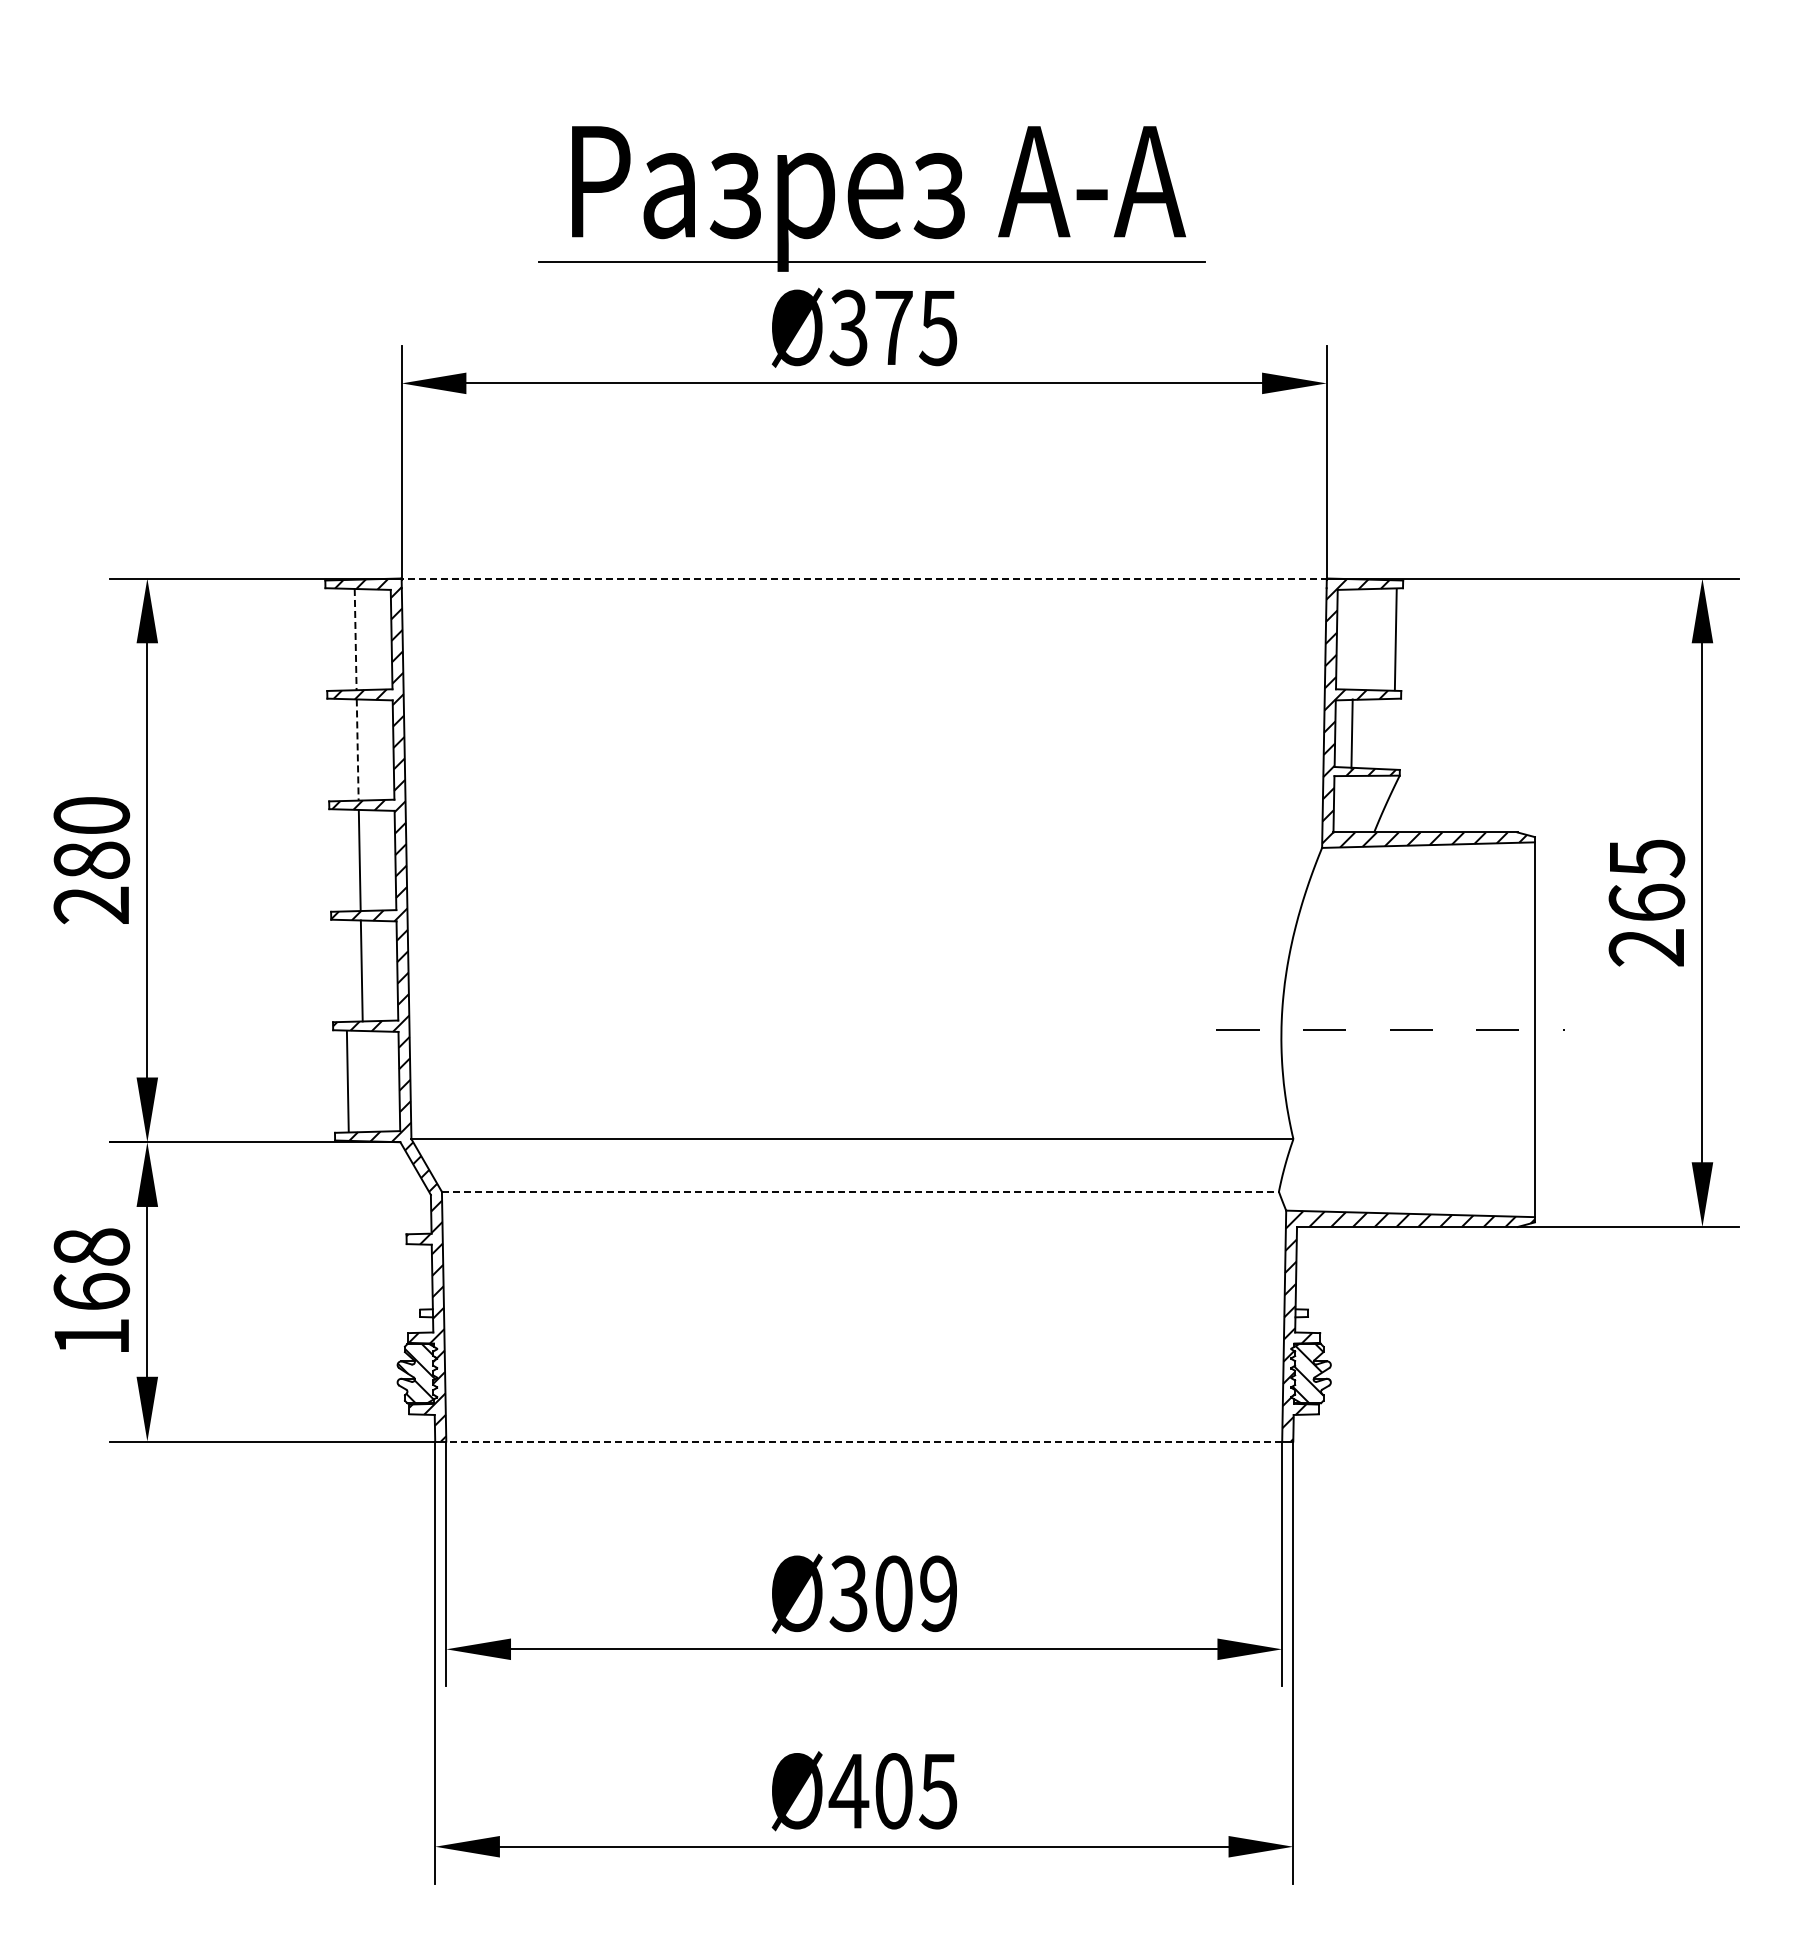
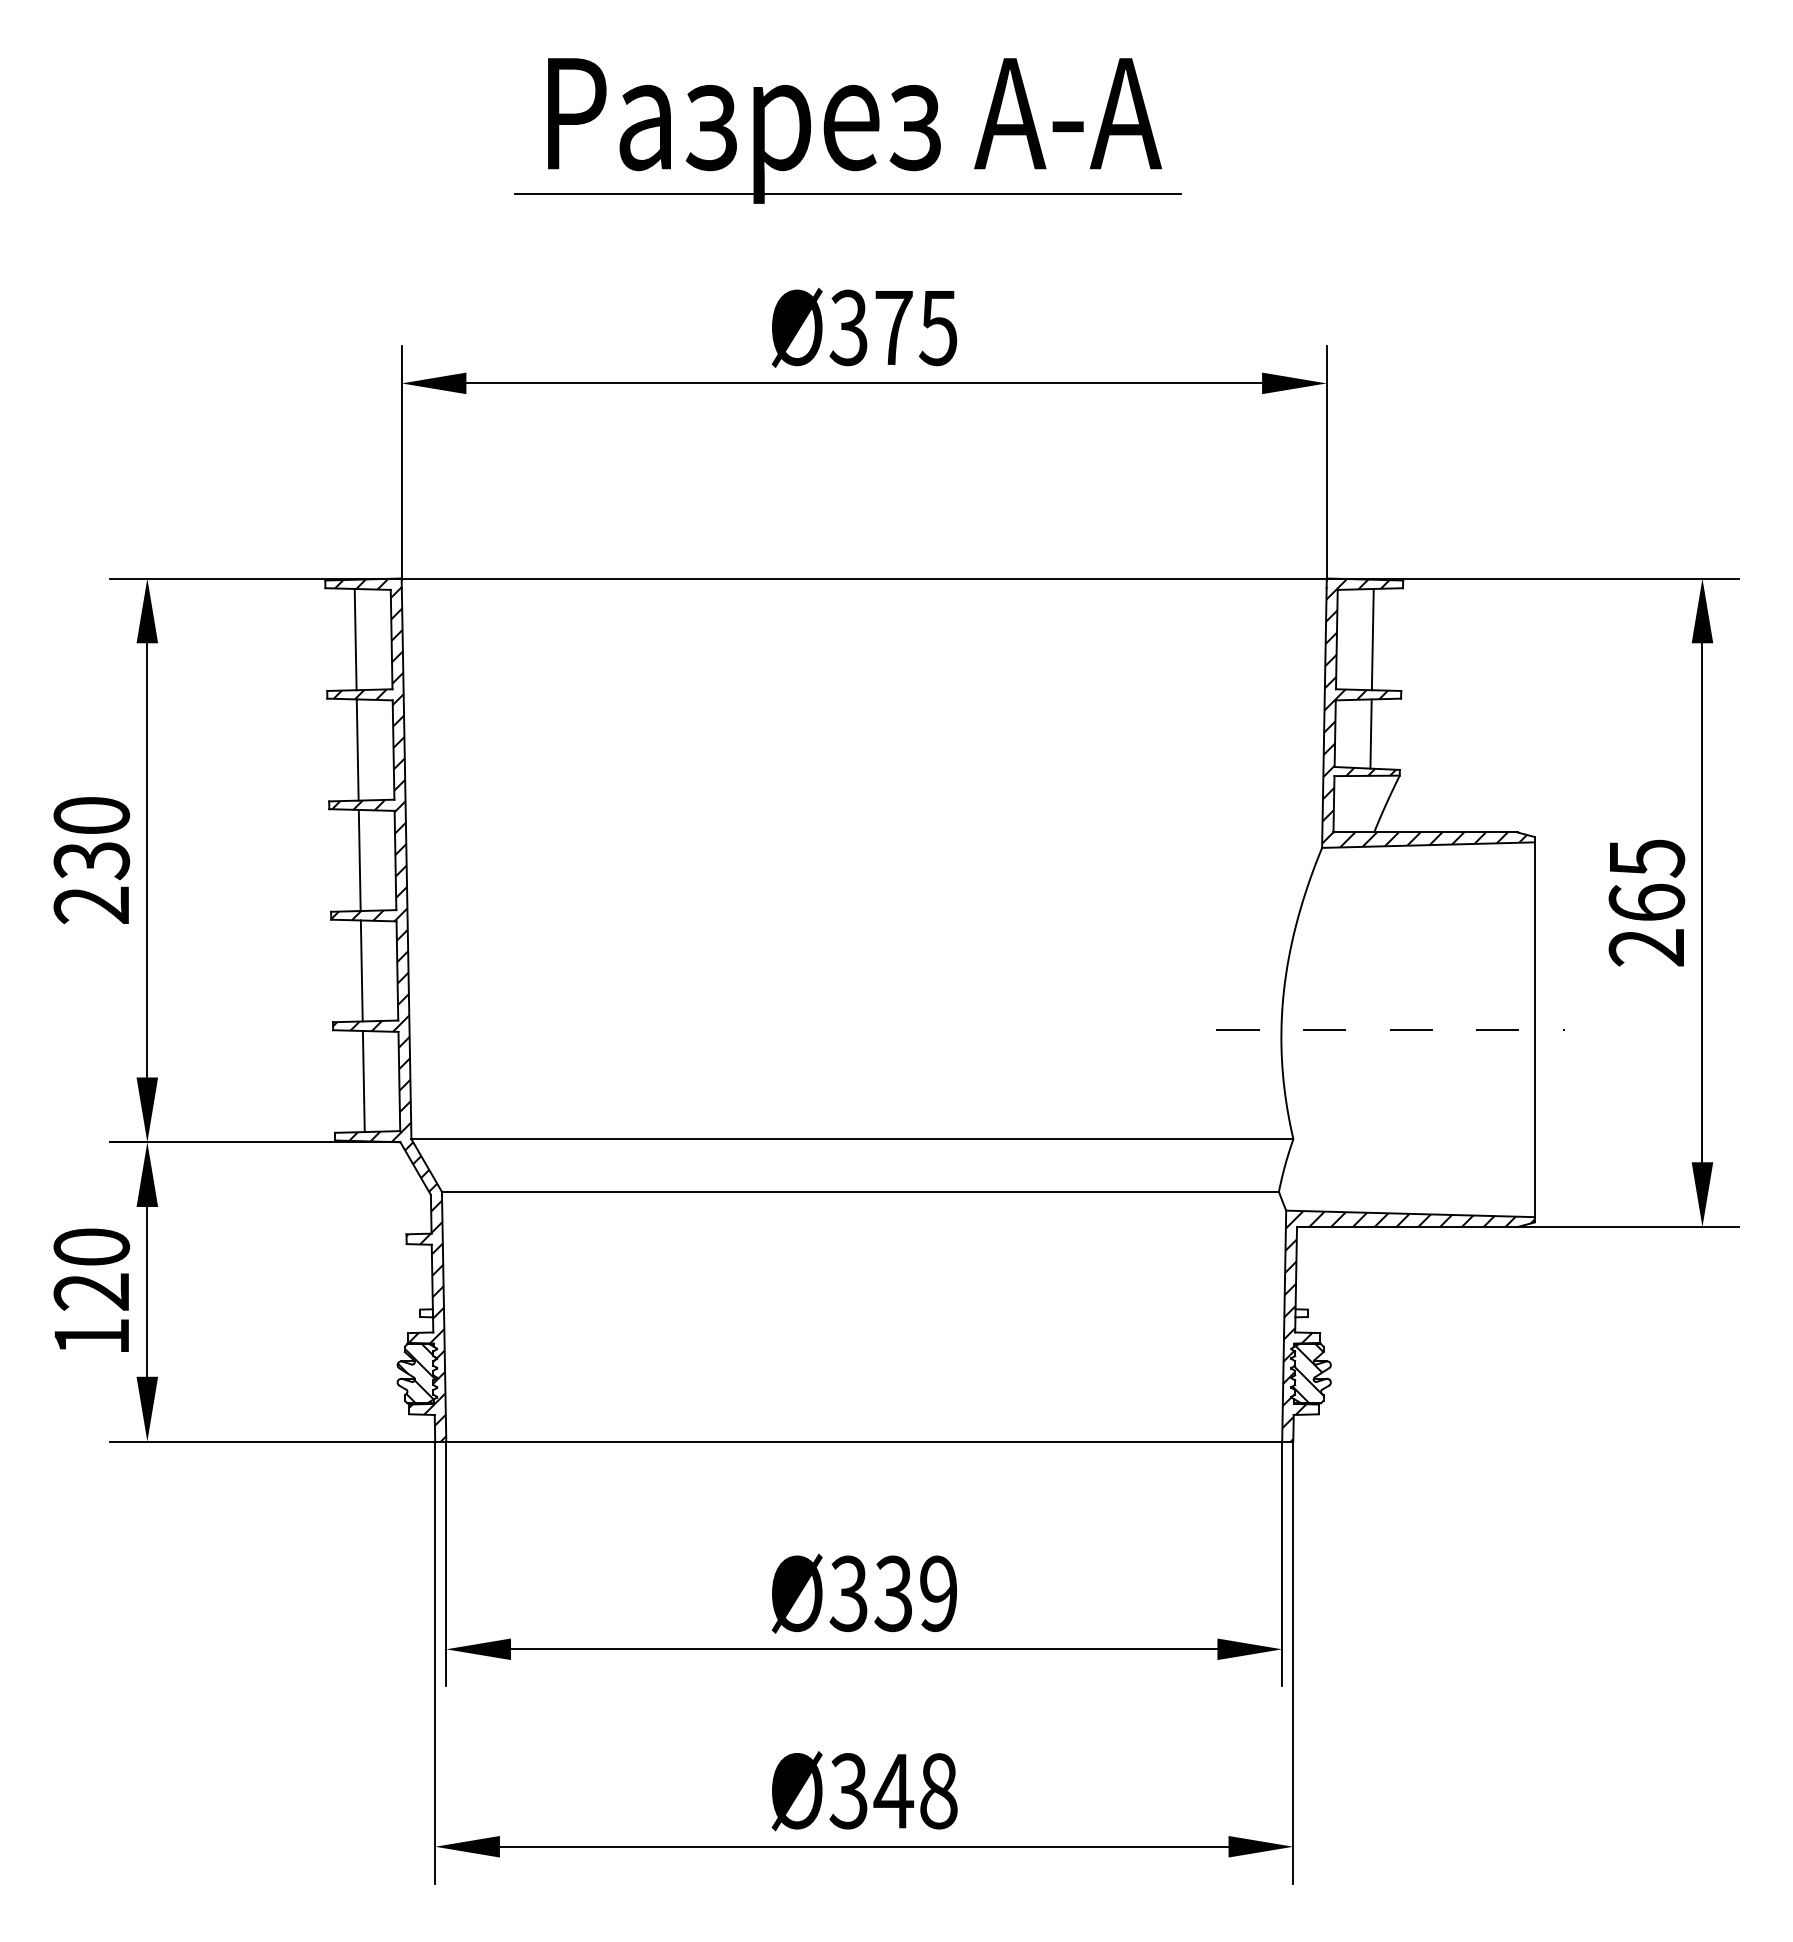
part at (871, 198) position: (871, 198) -> (847, 130)
line at (864, 578): dashed -> solid
line at (355, 639): dashed -> solid
line at (1395, 639) position: (1395, 639) -> (1372, 639)
line at (1351, 733) position: (1351, 733) -> (1370, 733)
line at (357, 750): dashed -> solid
text at (91, 860): 280 -> 230
line at (347, 1081) position: (347, 1081) -> (363, 1081)
line at (860, 1191): dashed -> solid
text at (91, 1269): 168 -> 120
line at (864, 1441): dashed -> solid
text at (893, 1593): Ø309 -> Ø339
text at (892, 1791): Ø405 -> Ø348
